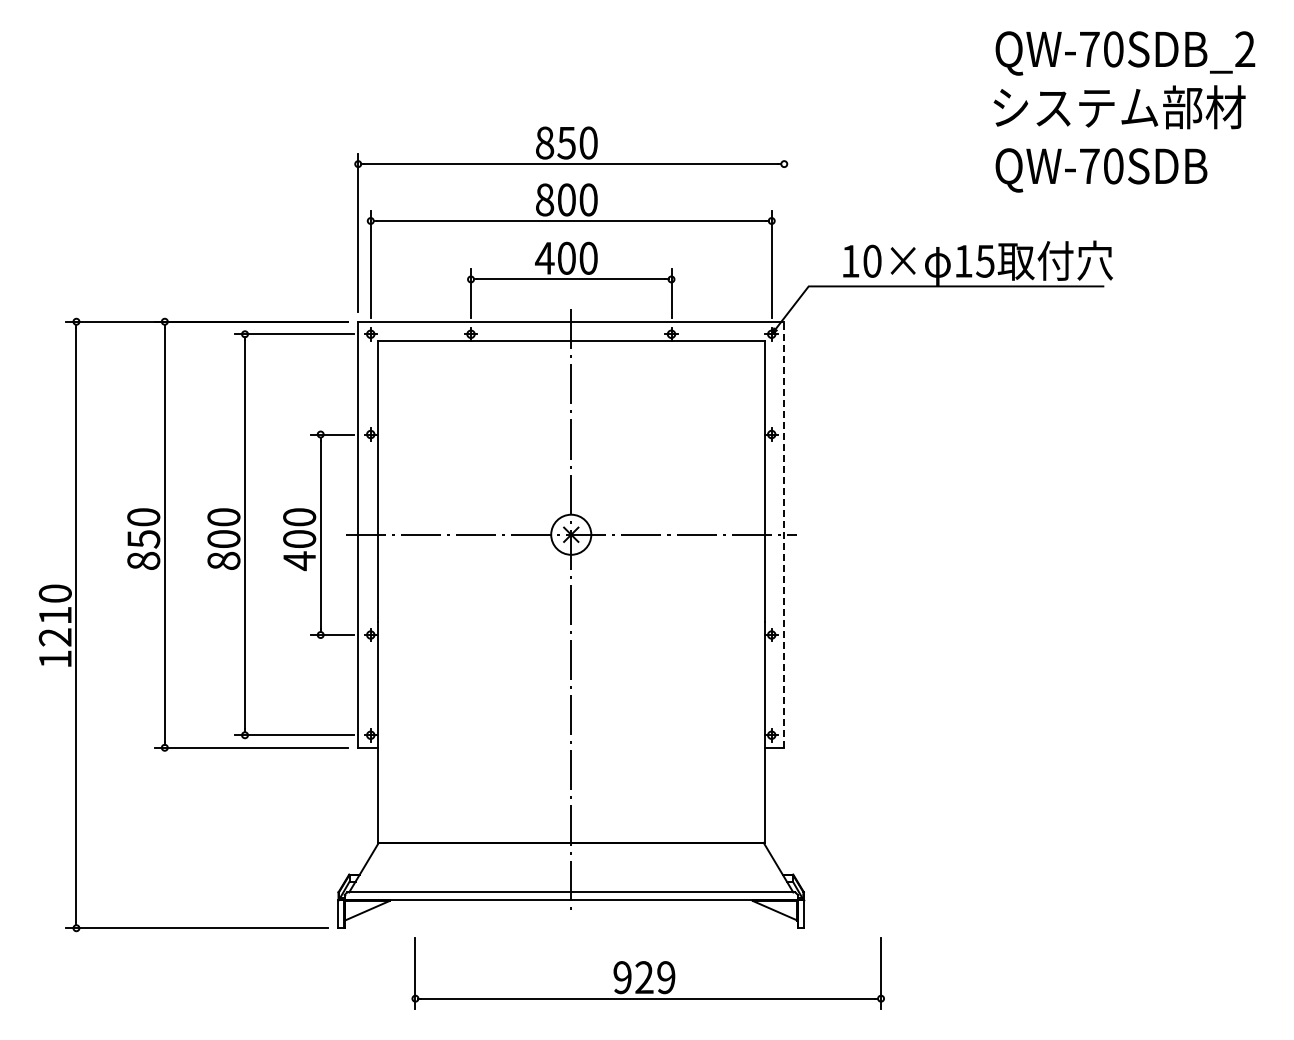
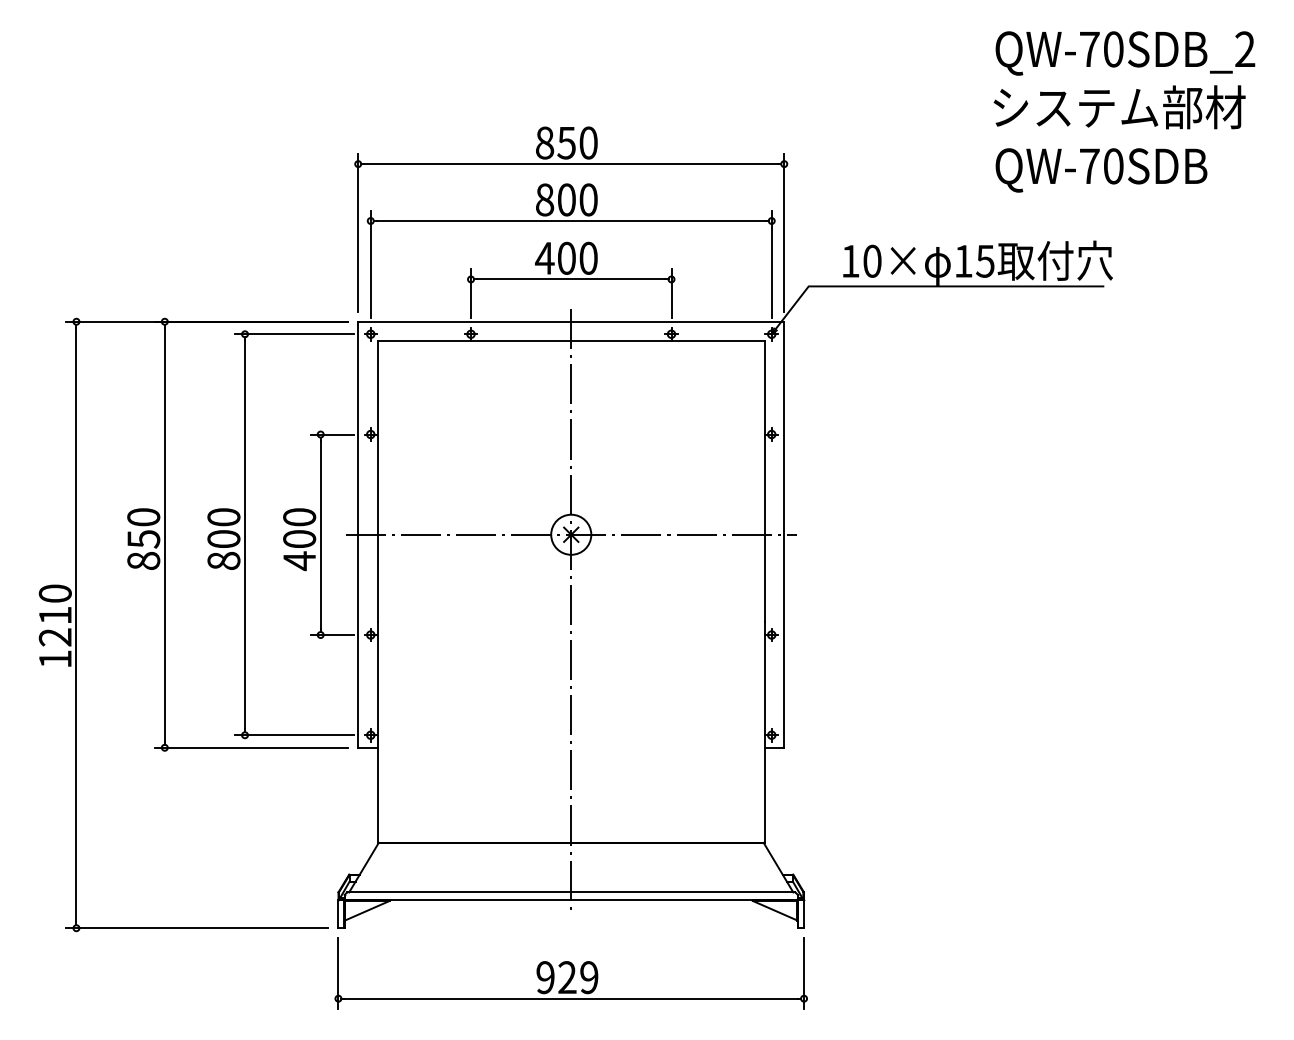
line at (784, 232): none -> present
line at (784, 534): dashed -> solid
part at (647, 973) position: (647, 973) -> (570, 973)
